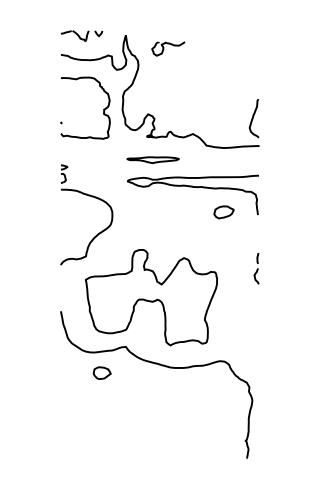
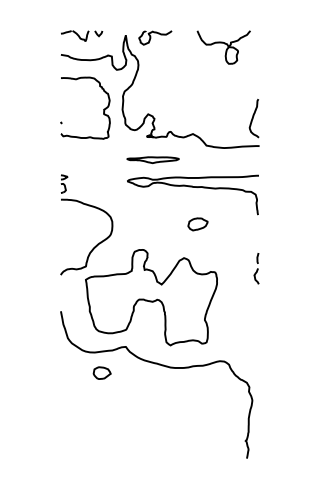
curve at (168, 44) position: (168, 44) -> (155, 33)
part at (223, 47): none -> present
part at (92, 197) position: (92, 197) -> (92, 207)
part at (223, 212) position: (223, 212) -> (197, 224)
